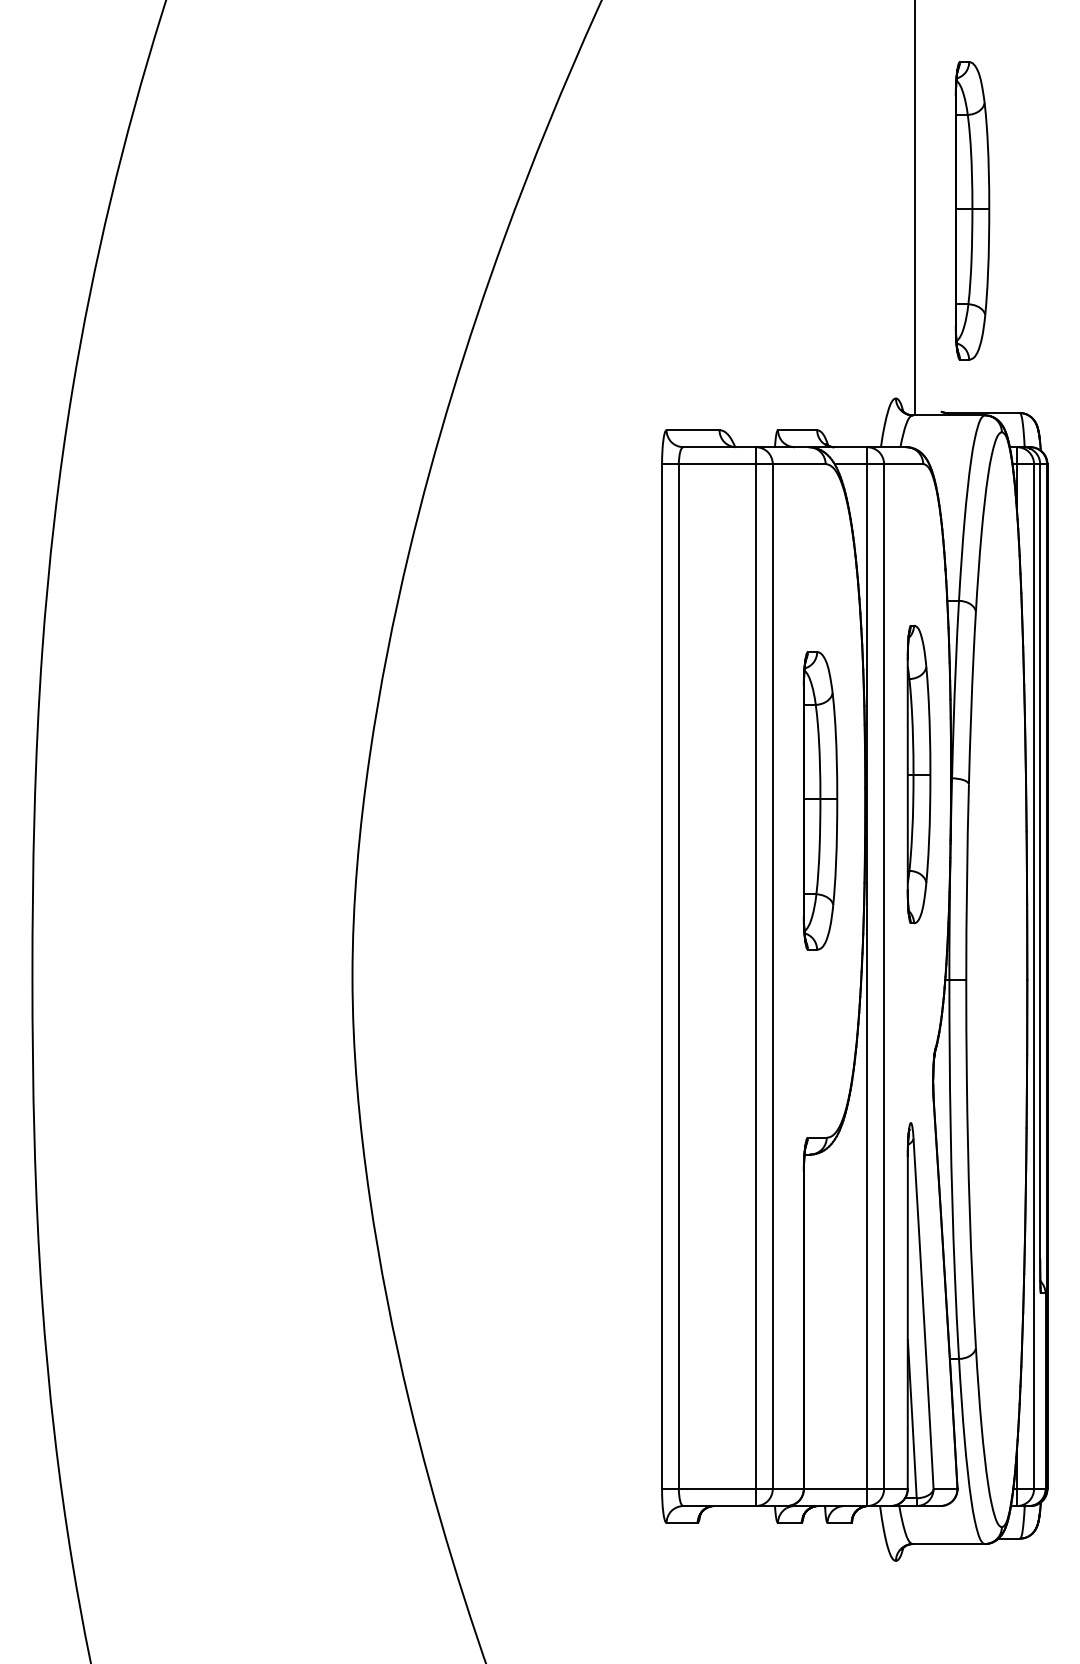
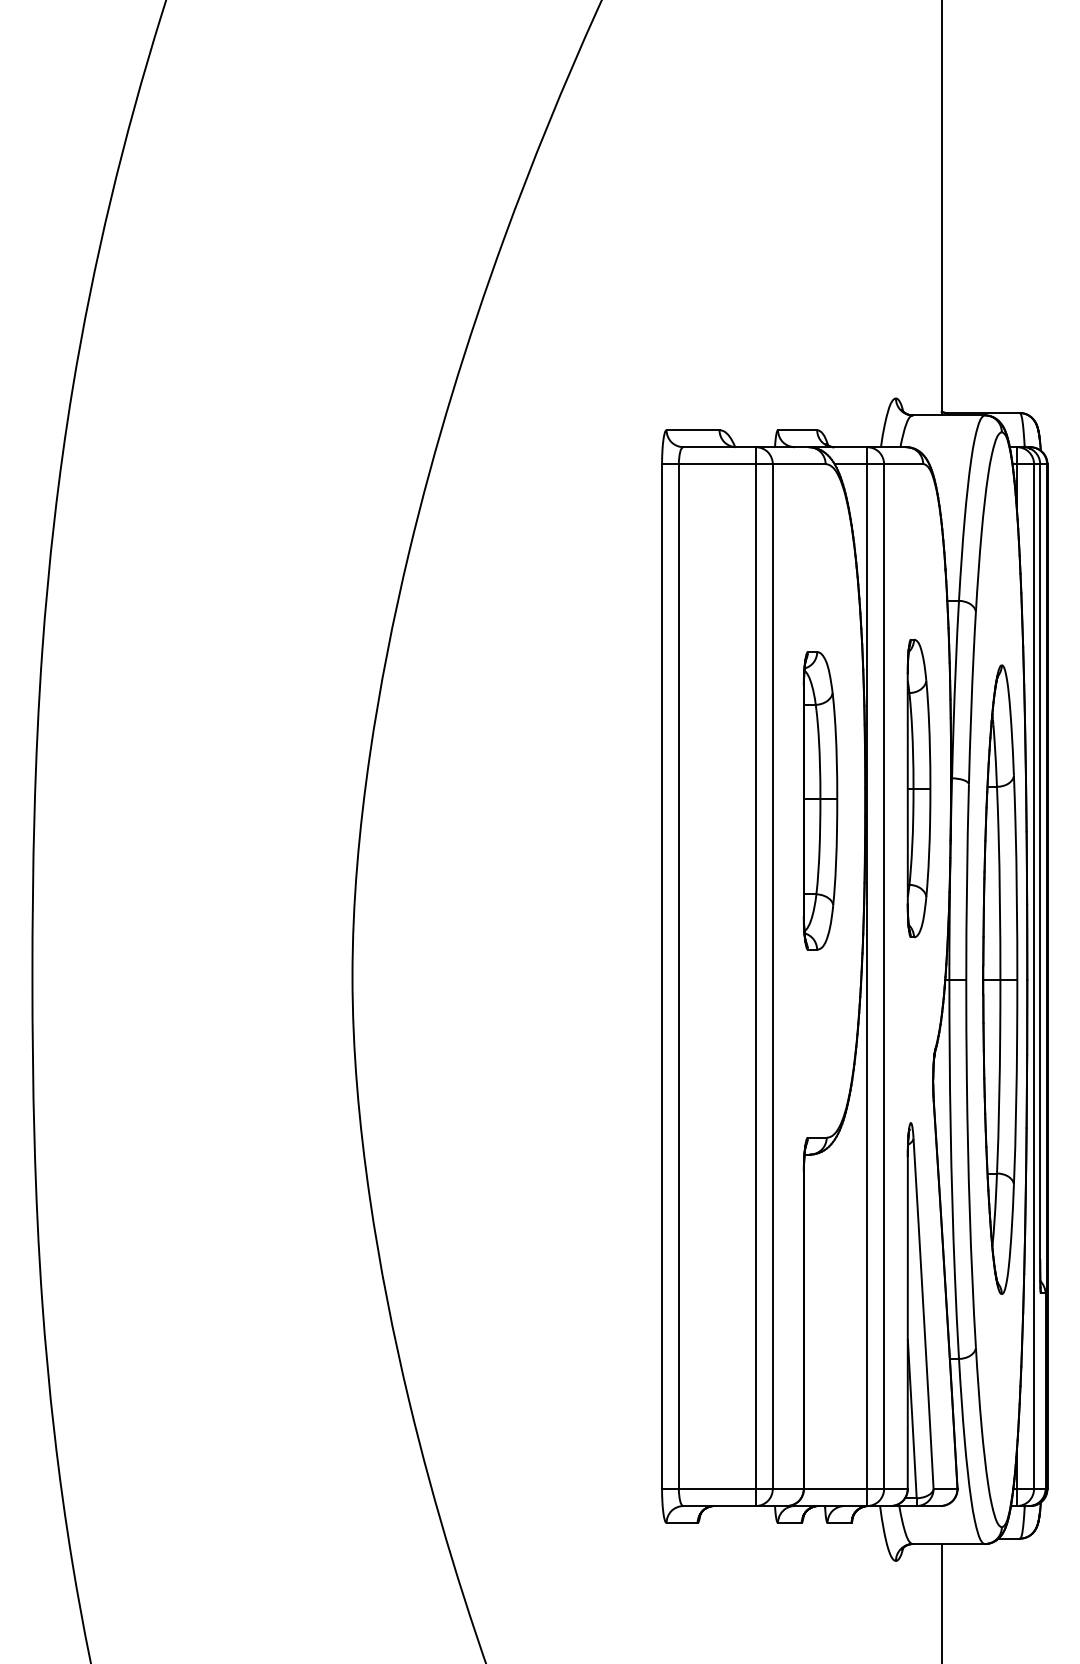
line at (914, 208) position: (914, 208) -> (941, 208)
part at (972, 210): present -> none
part at (918, 774) position: (918, 774) -> (918, 788)
part at (1000, 979): none -> present
line at (941, 1602): none -> present
